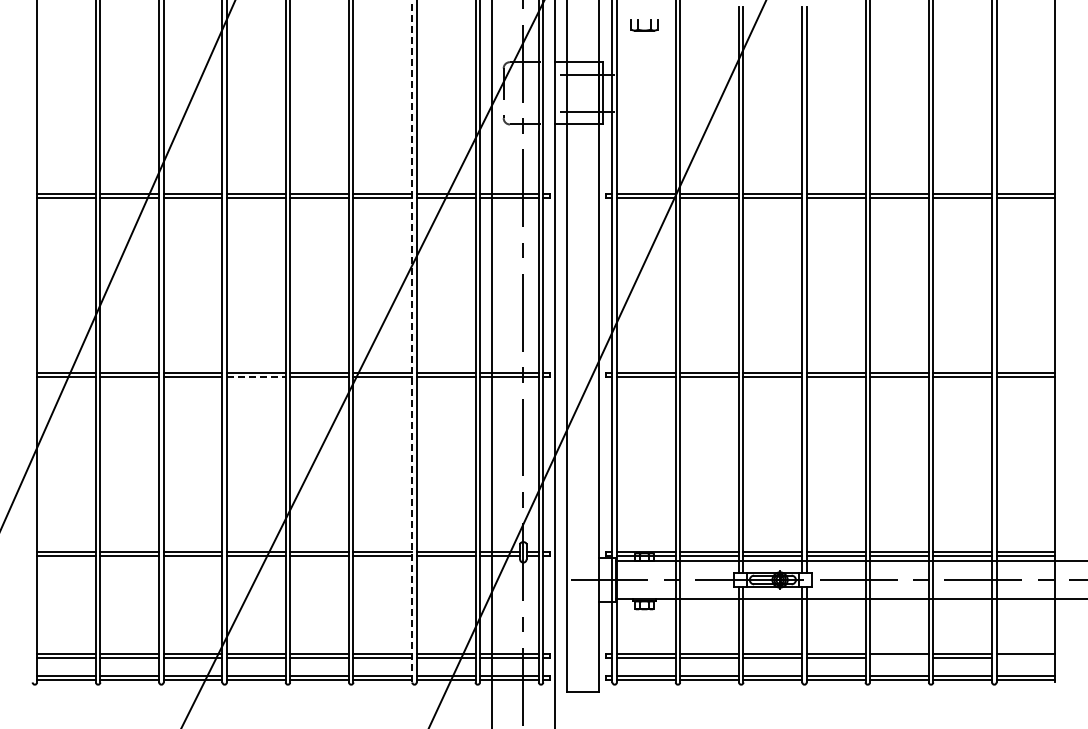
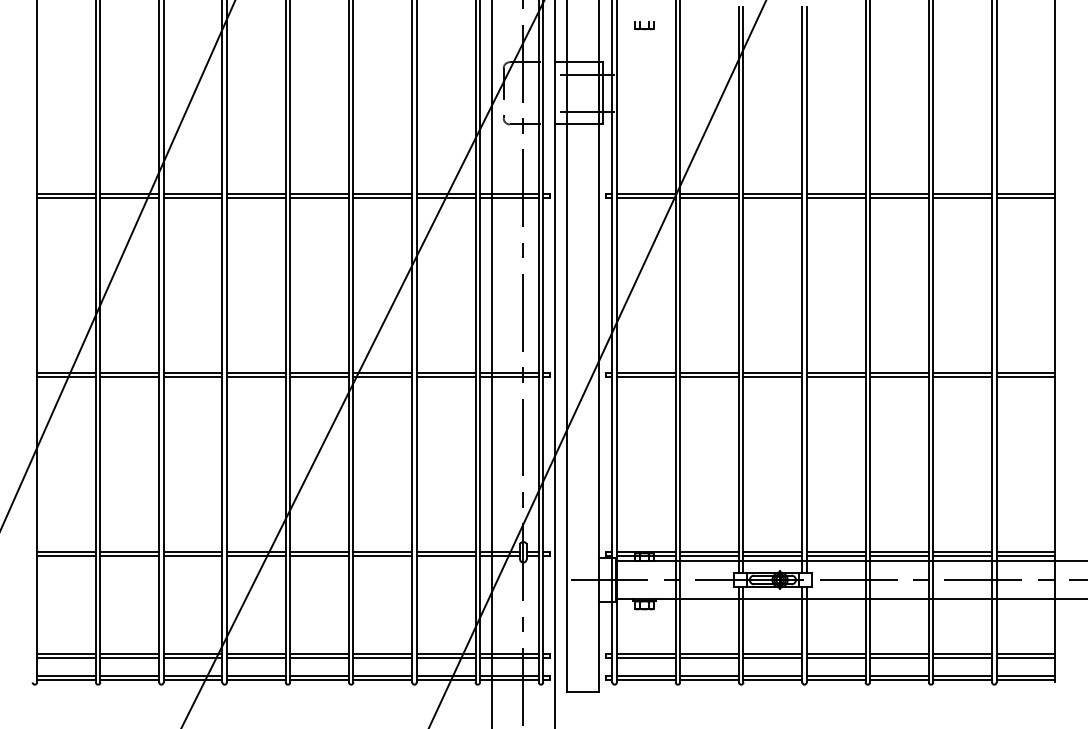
part at (644, 25) size: 29x13 px -> 21x10 px
line at (412, 340): dashed -> solid
line at (256, 377): dashed -> solid
line at (899, 658): none -> present
line at (1025, 658): none -> present
